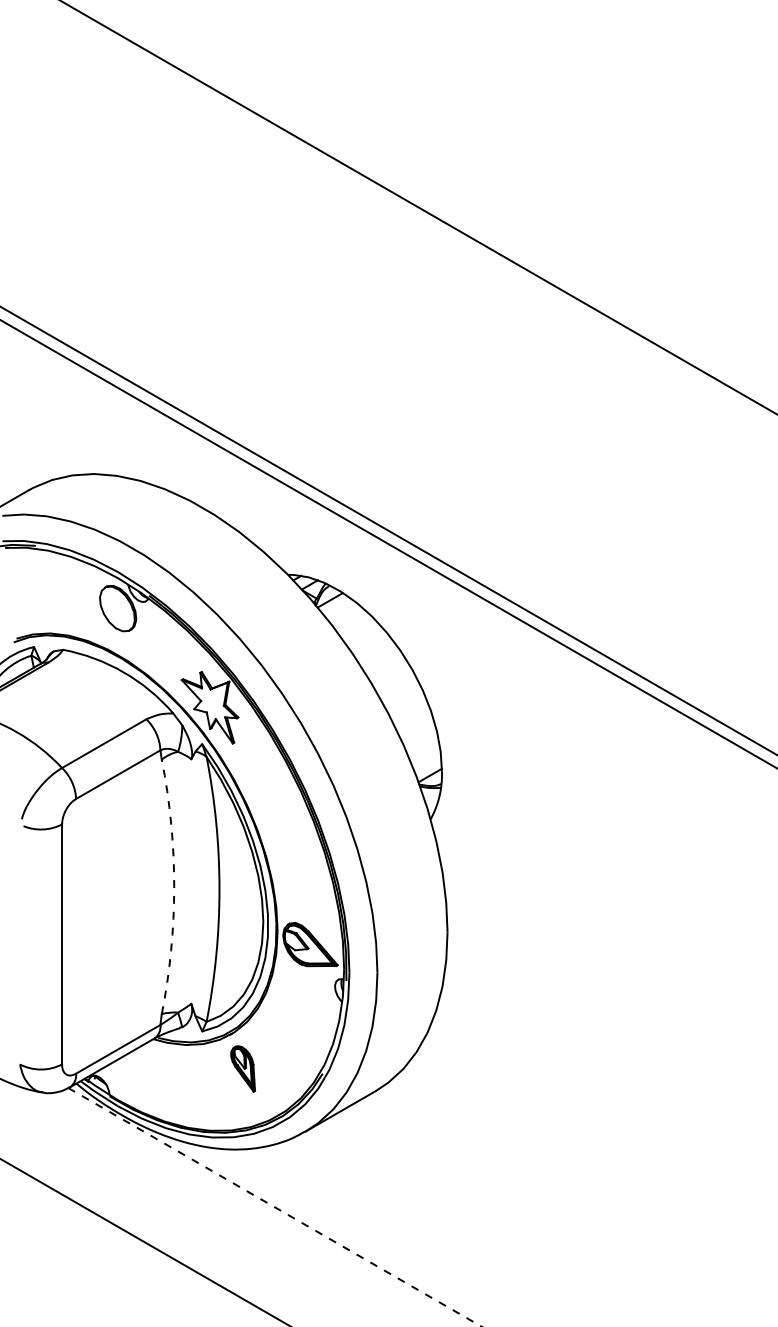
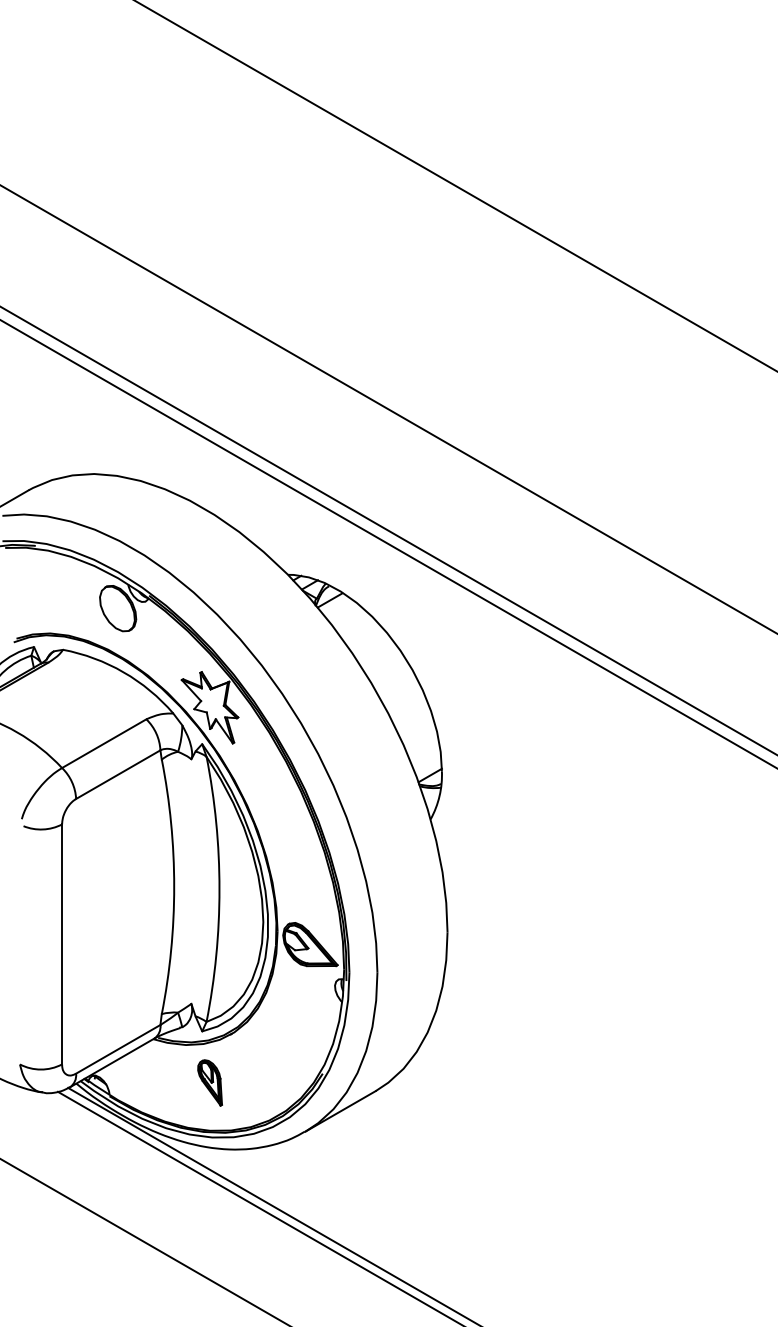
line at (418, 207) position: (418, 207) -> (455, 186)
line at (388, 409): none -> present
arc at (174, 886): dashed -> solid
part at (242, 1068) position: (242, 1068) -> (209, 1082)
line at (258, 1207): none -> present
line at (275, 1207): dashed -> solid
